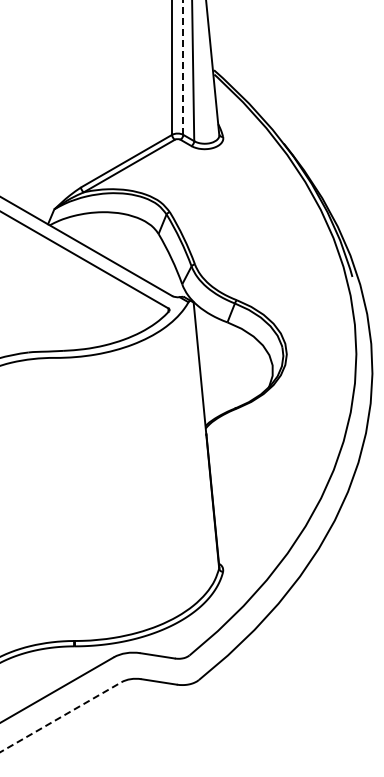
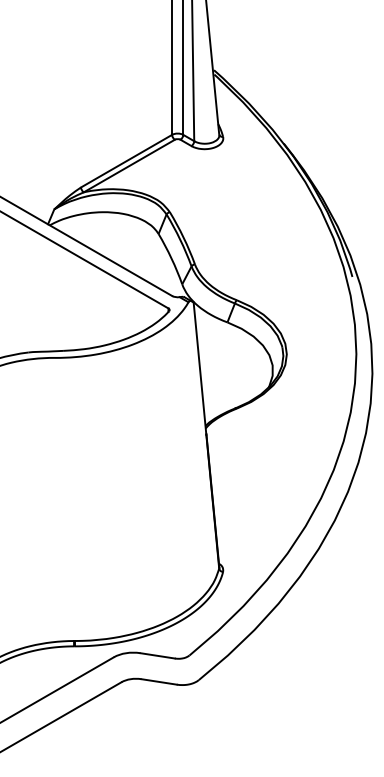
line at (183, 67): dashed -> solid
line at (60, 717): dashed -> solid
